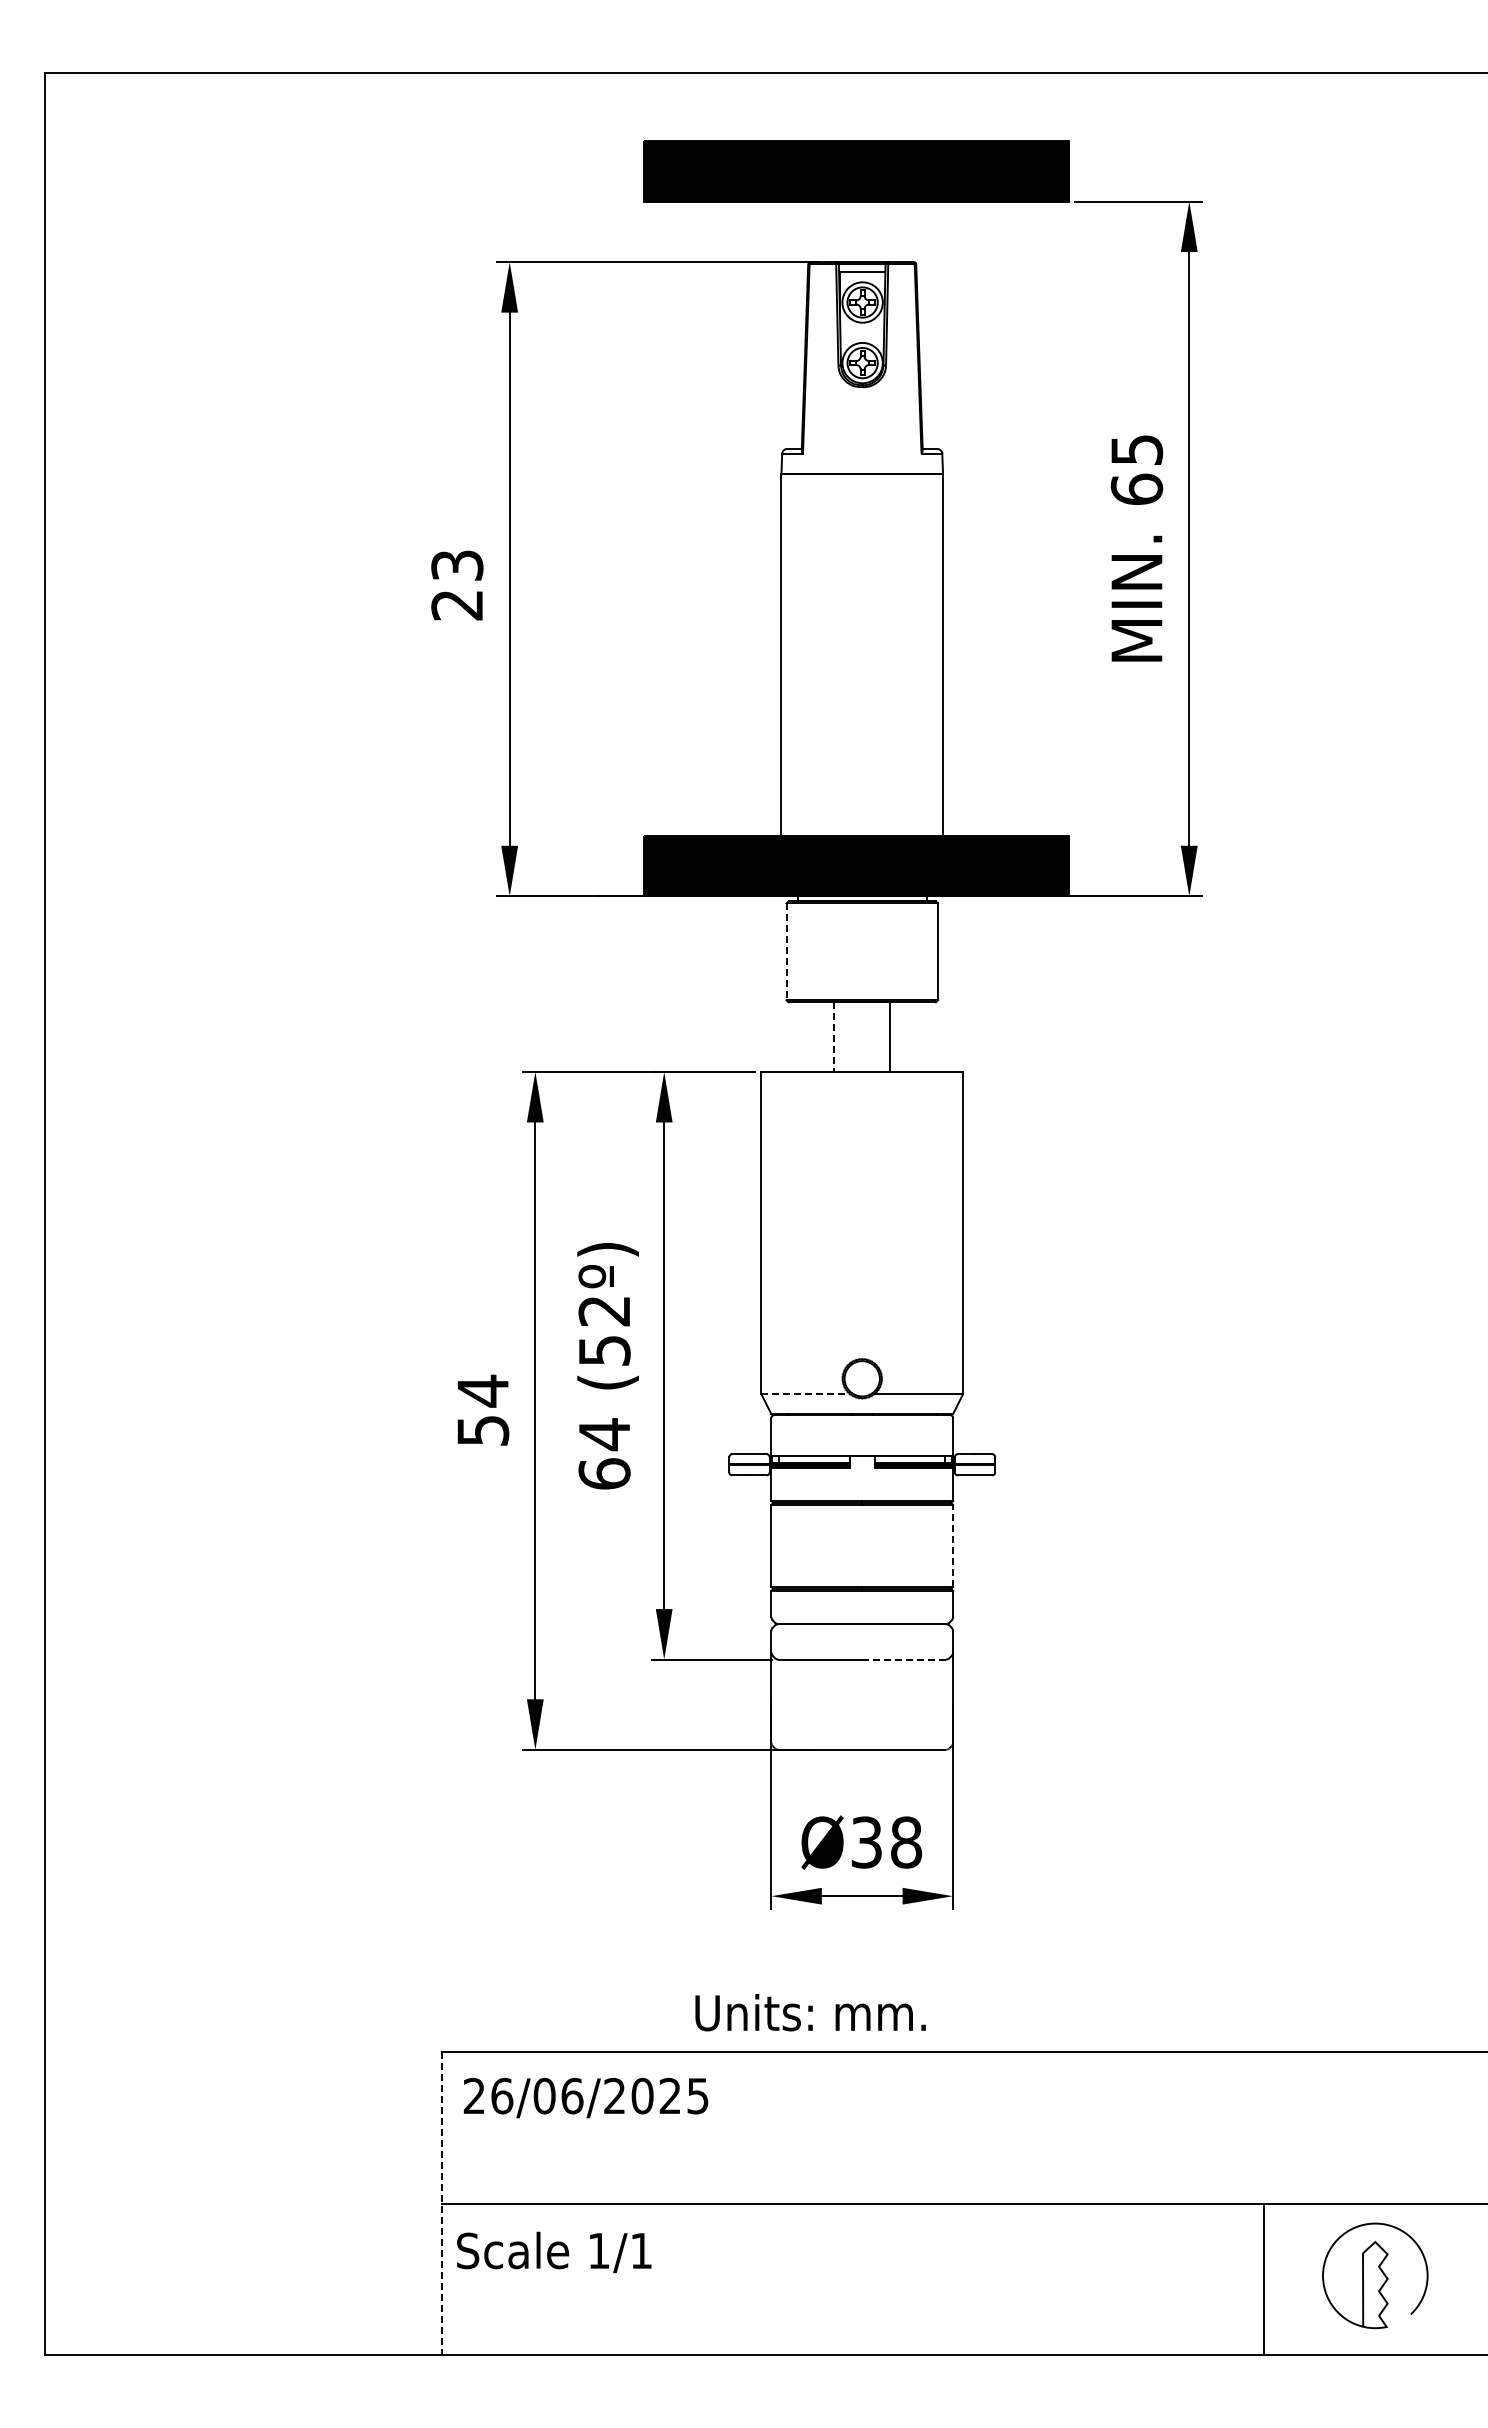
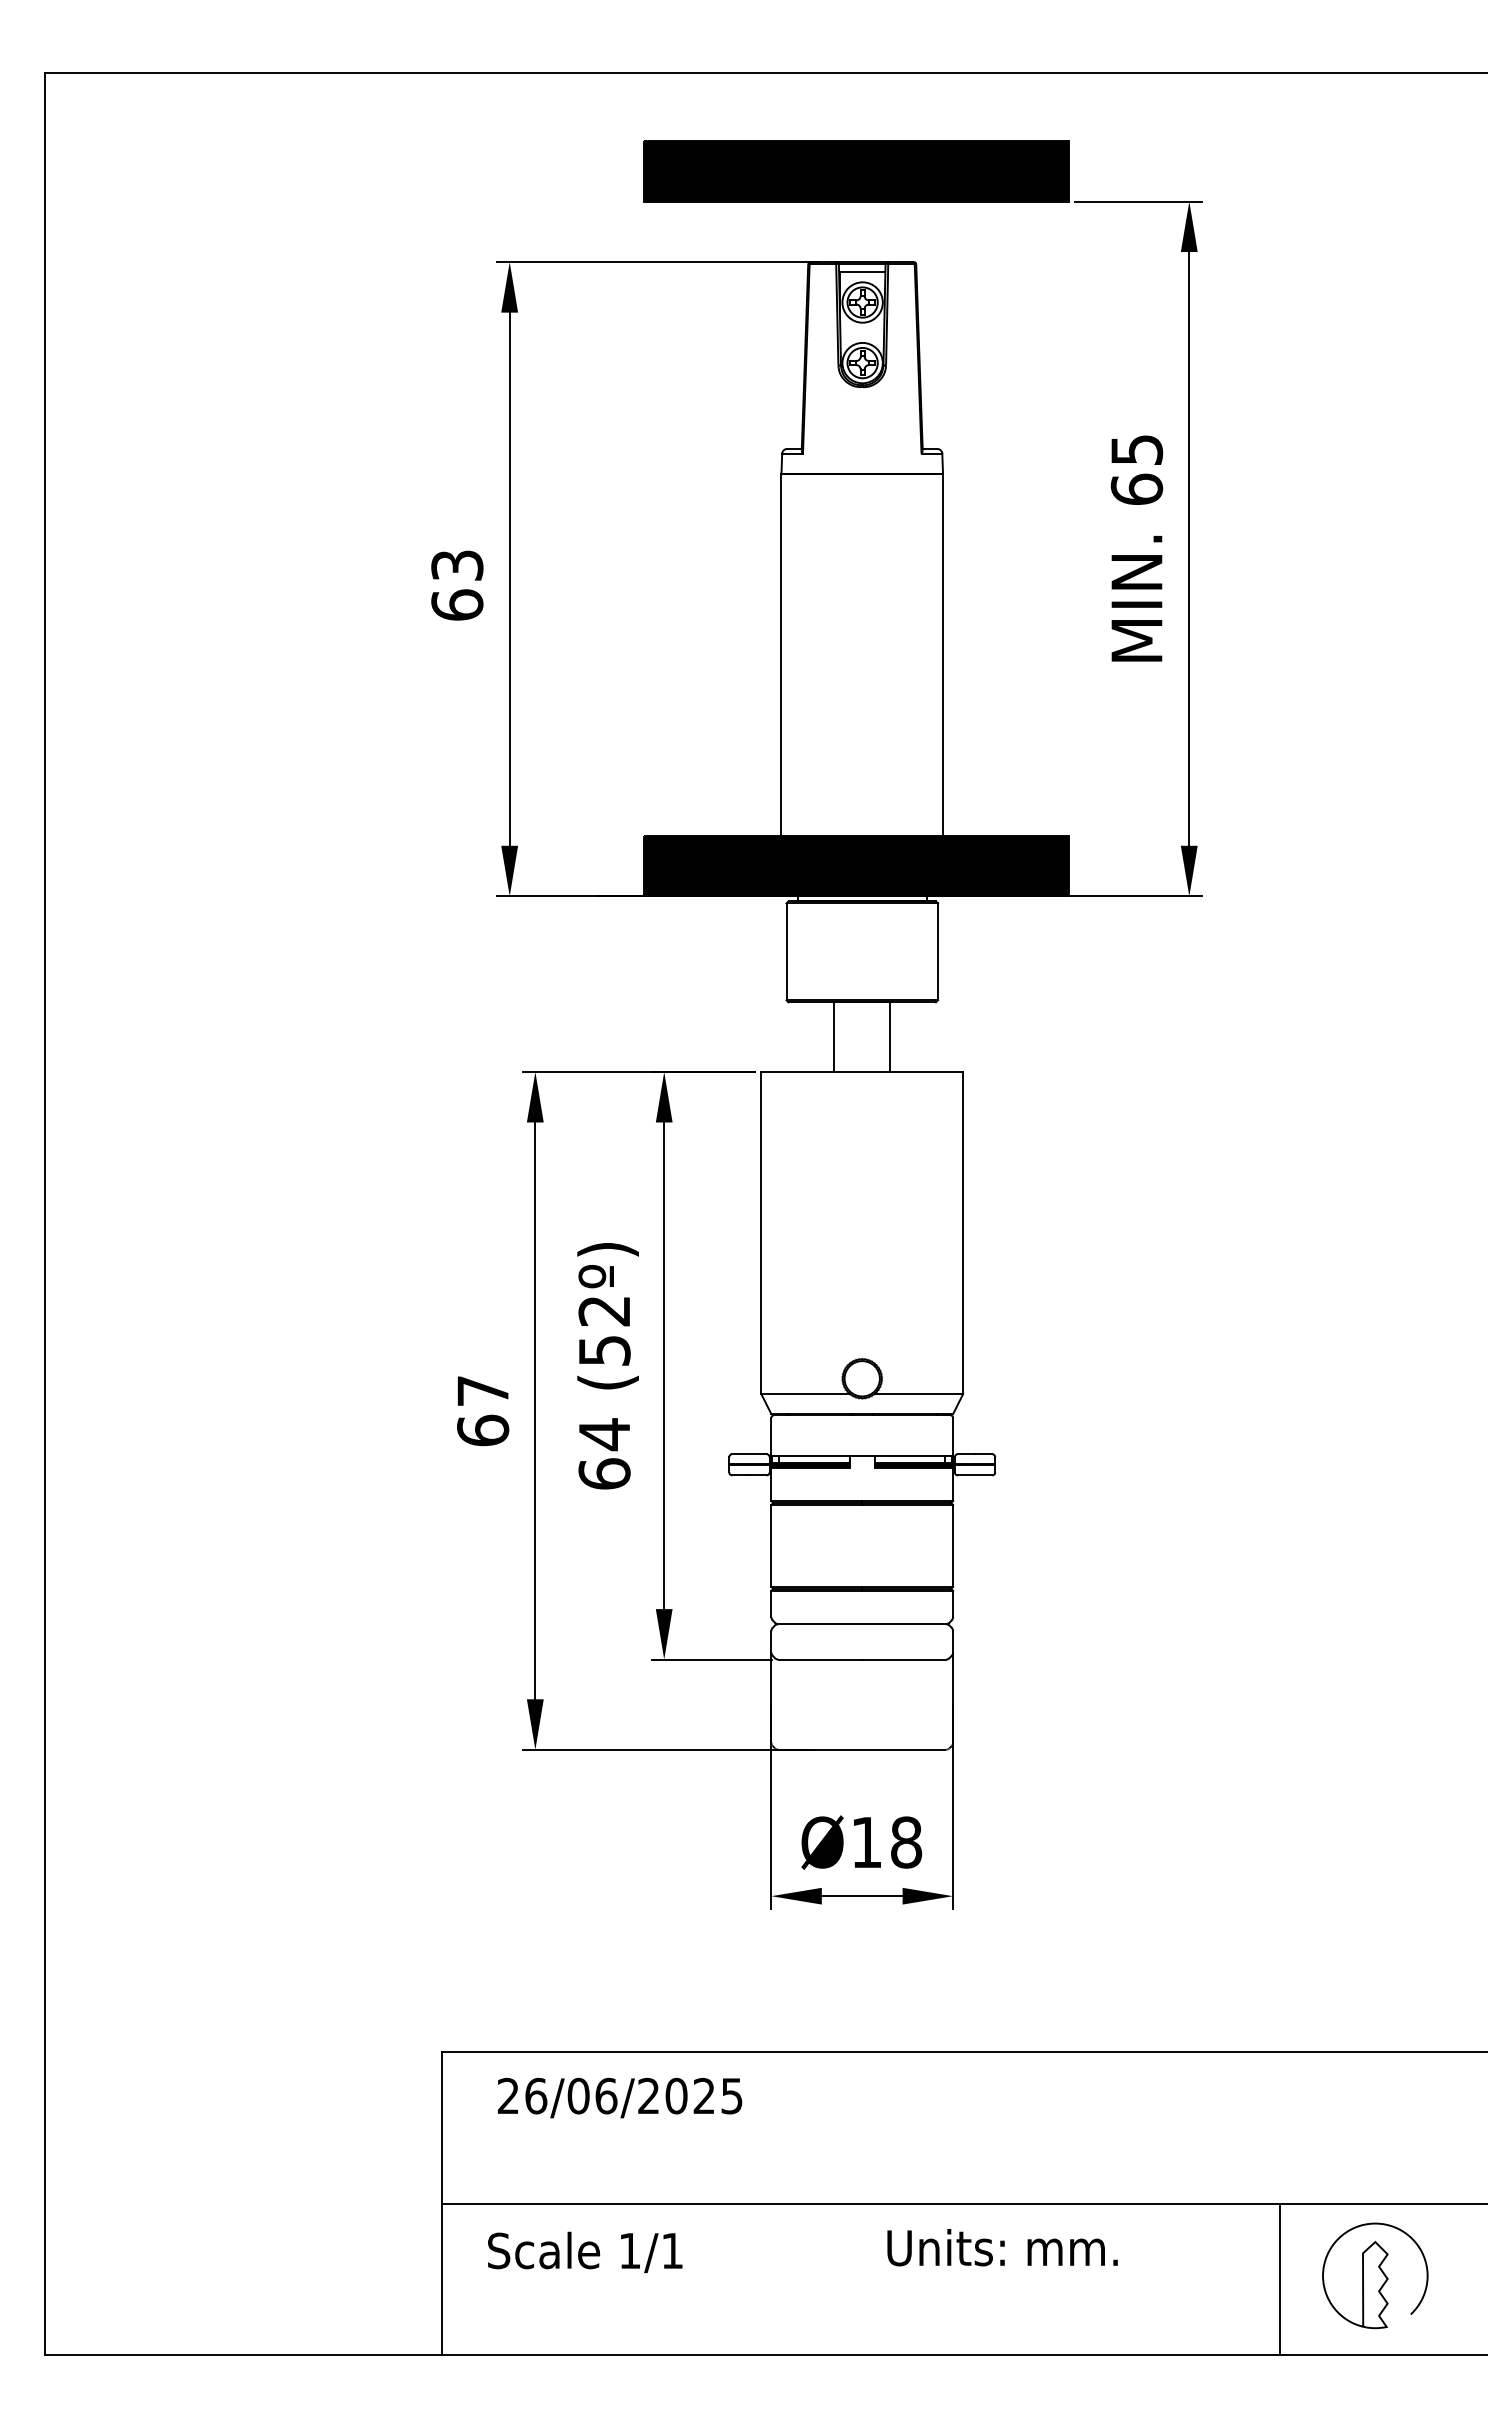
text at (457, 604): 23 -> 63
line at (786, 952): dashed -> solid
line at (834, 1037): dashed -> solid
line at (805, 1393): dashed -> solid
text at (483, 1410): 54 -> 67
line at (953, 1545): dashed -> solid
line at (904, 1659): dashed -> solid
text at (866, 1842): Ø38 -> Ø18
text at (810, 2012) position: (810, 2012) -> (1002, 2247)
text at (585, 2097) position: (585, 2097) -> (619, 2097)
line at (441, 2204): dashed -> solid
text at (554, 2251) position: (554, 2251) -> (585, 2251)
line at (1264, 2279) position: (1264, 2279) -> (1280, 2279)
